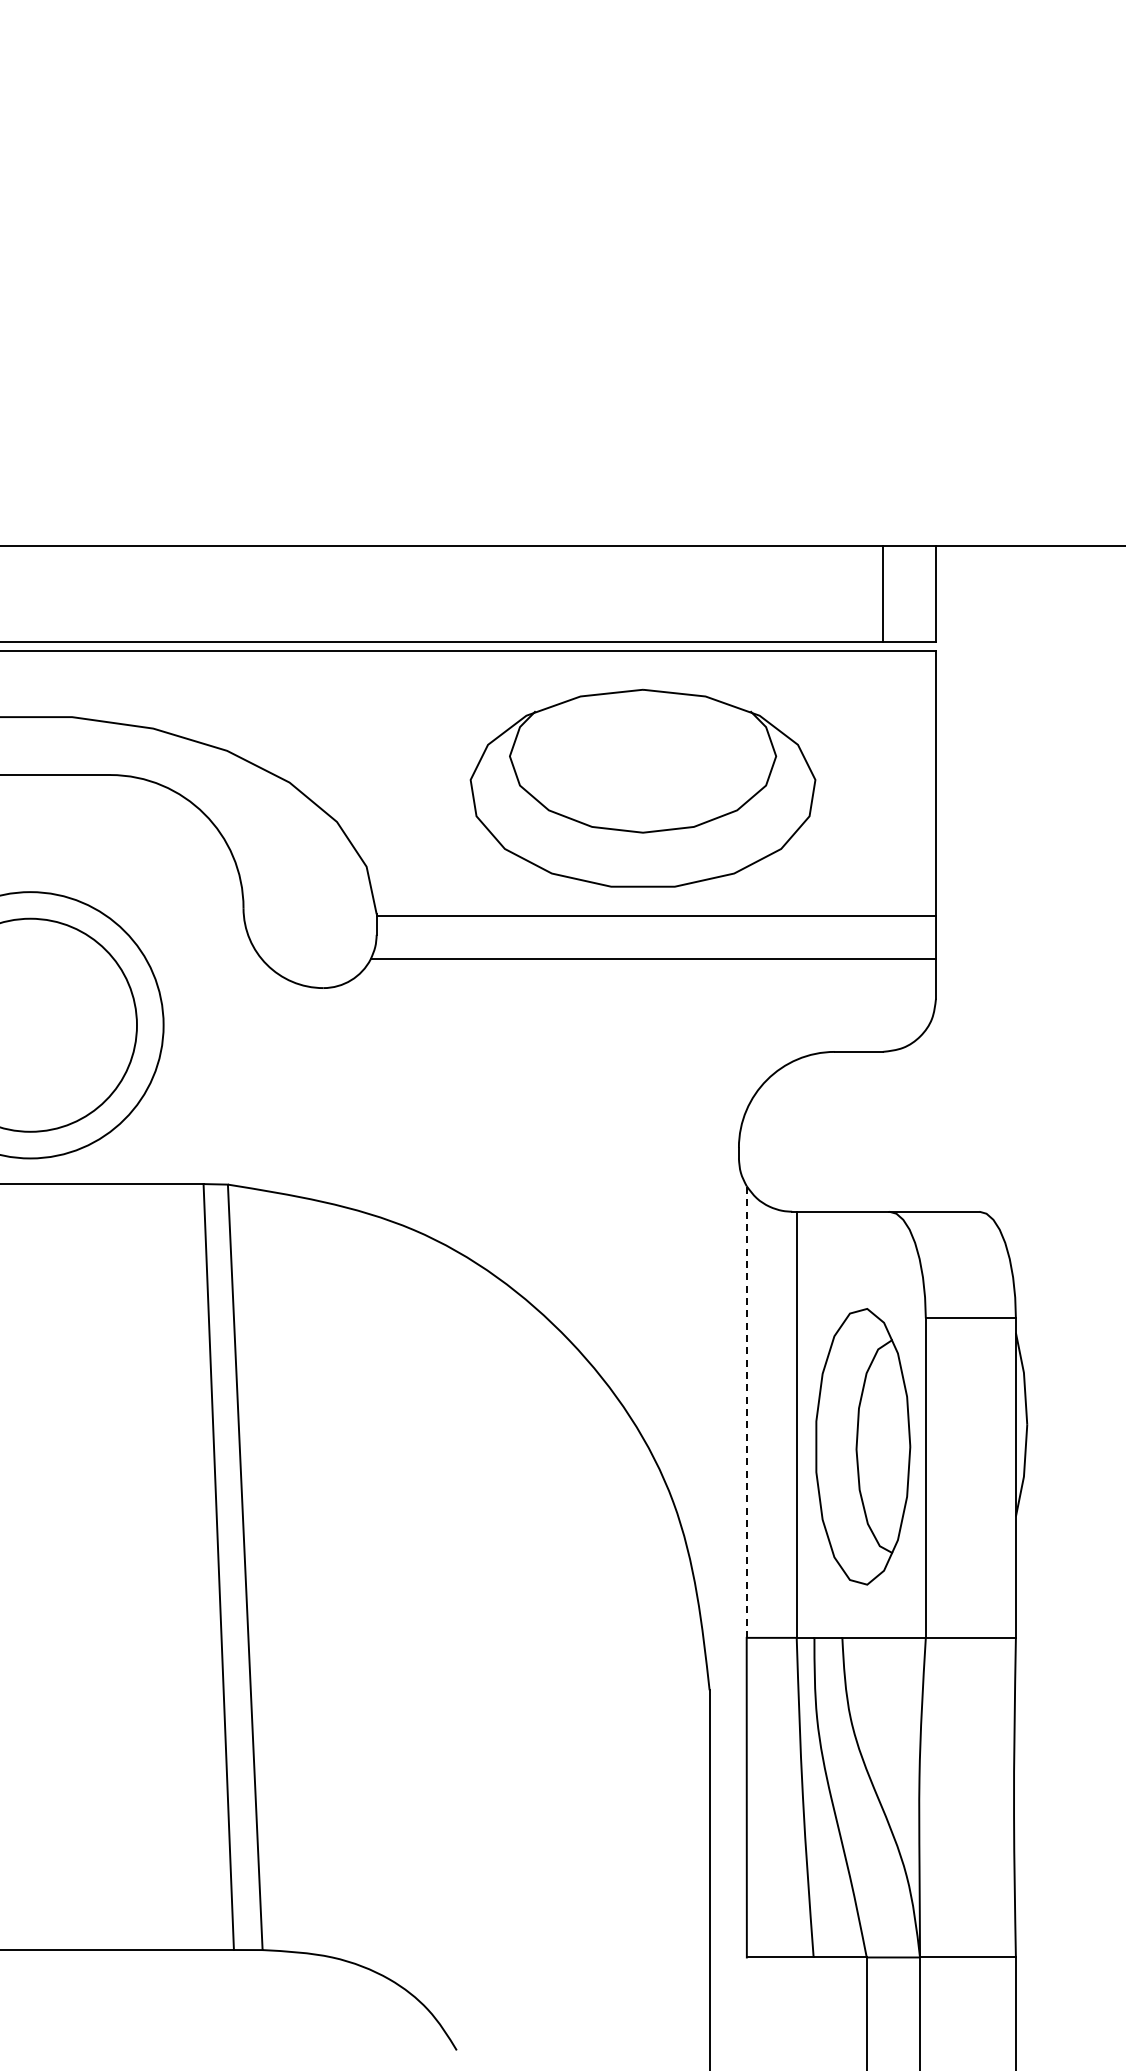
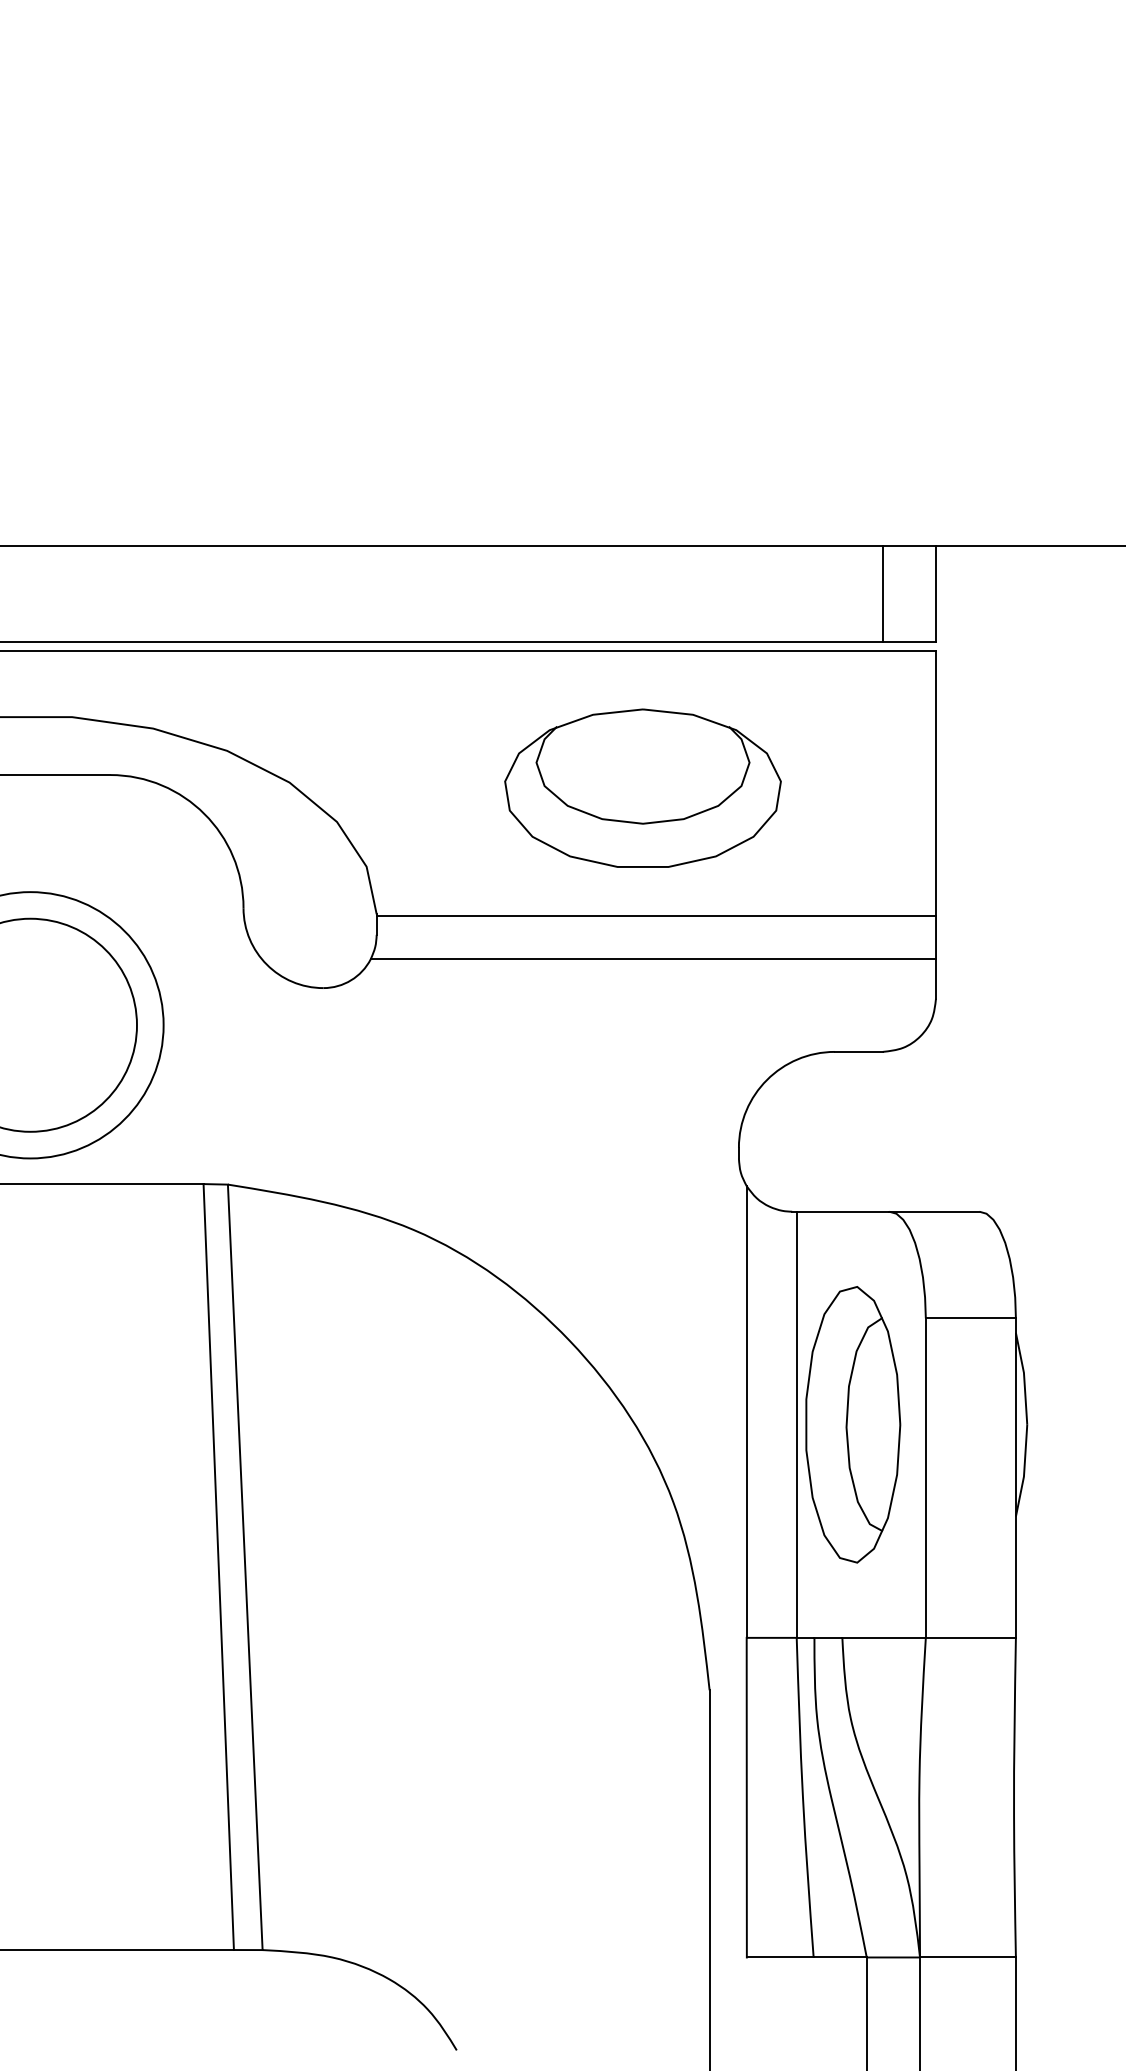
part at (642, 787) size: 348x200 px -> 278x160 px
line at (746, 1412): dashed -> solid
part at (863, 1446) position: (863, 1446) -> (853, 1424)
